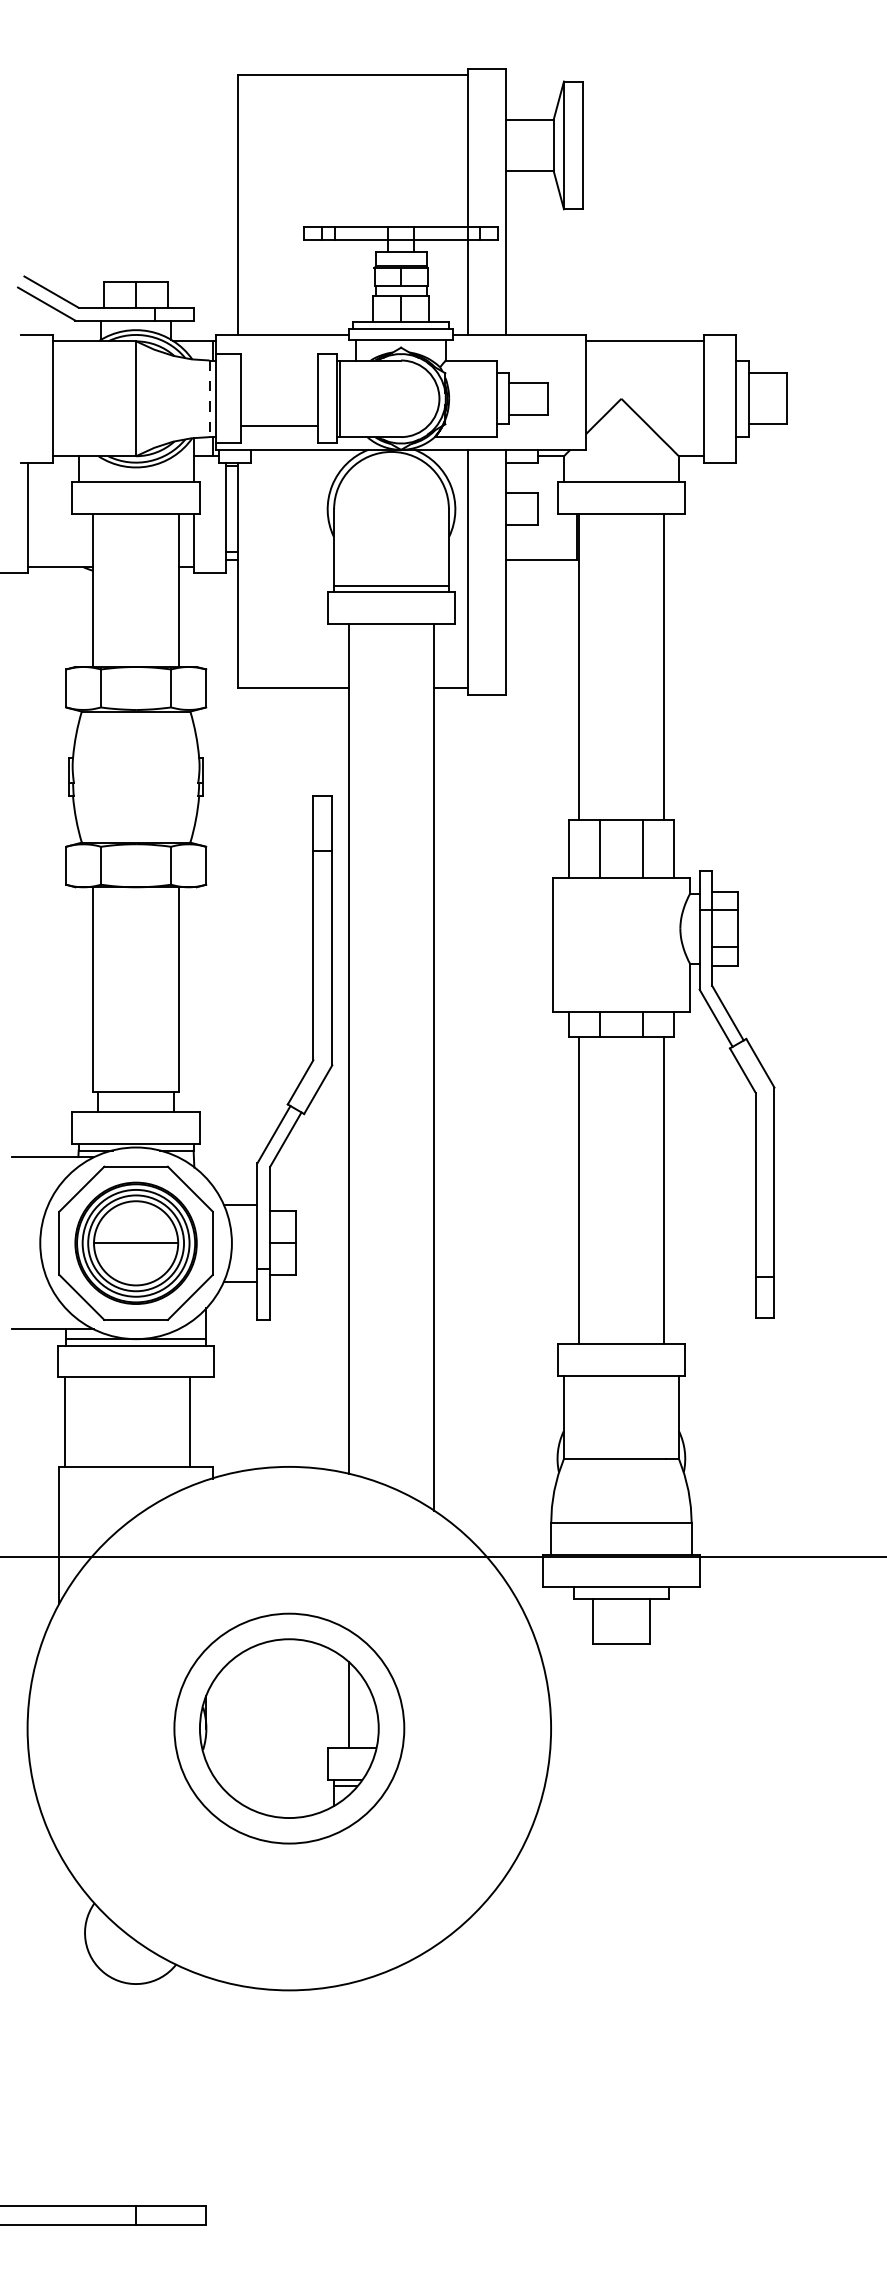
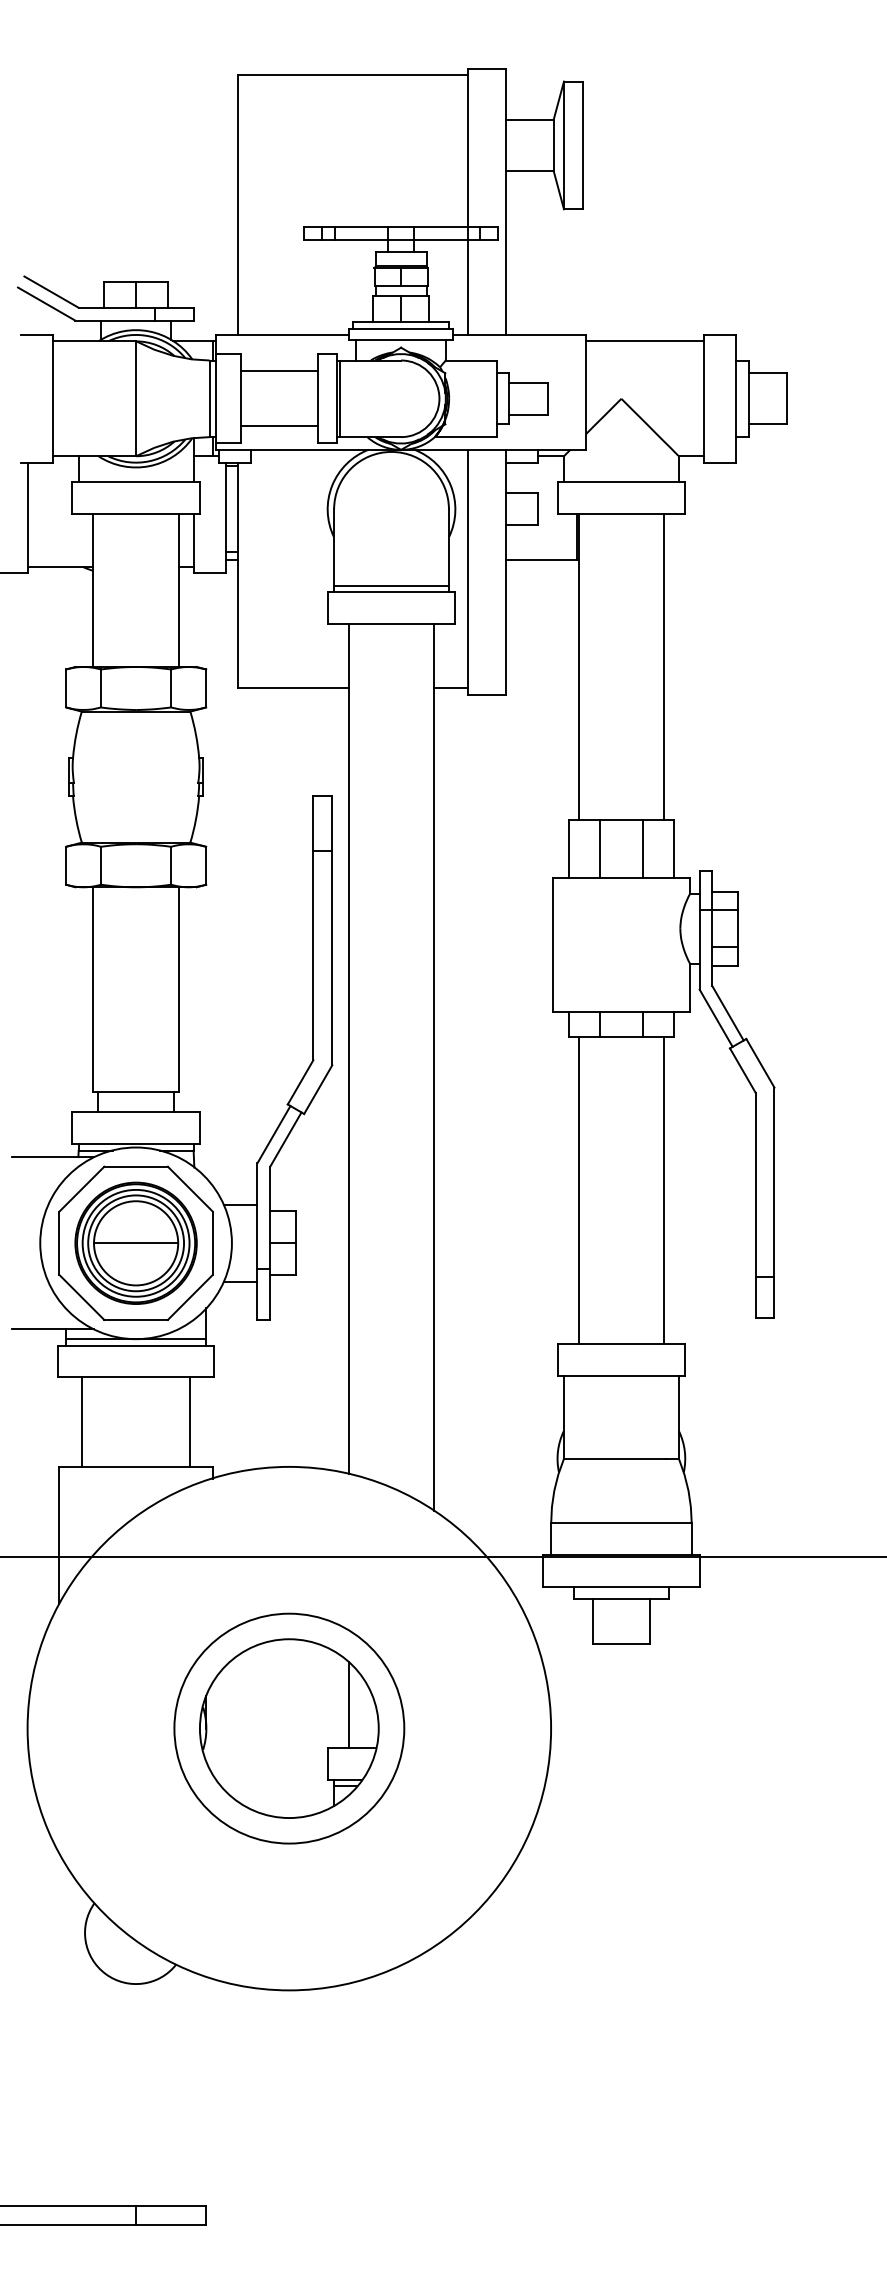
line at (279, 371): none -> present
line at (209, 399): dashed -> solid
line at (65, 1421) position: (65, 1421) -> (82, 1421)
